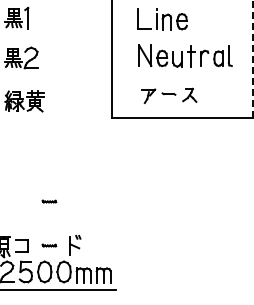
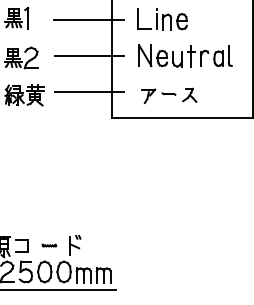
line at (88, 20): none -> present
line at (88, 55): none -> present
line at (252, 58): dashed -> solid
line at (88, 91): none -> present
part at (24, 101) position: (24, 101) -> (24, 95)
part at (49, 201): present -> none
